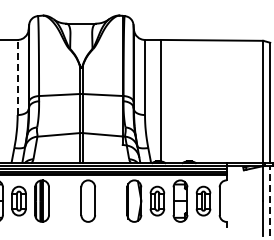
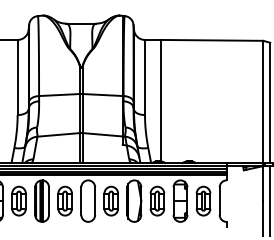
line at (17, 77): dashed -> solid
part at (64, 200): none -> present
part at (110, 200): none -> present
line at (270, 201): dashed -> solid
